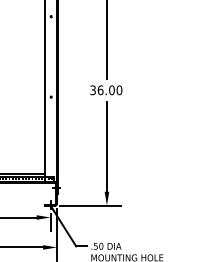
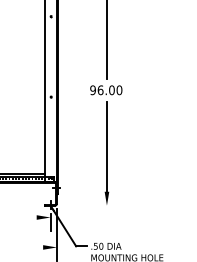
text at (92, 89): 36.00 -> 96.00
line at (90, 205): present -> none
line at (19, 217): present -> none
line at (22, 247): present -> none
